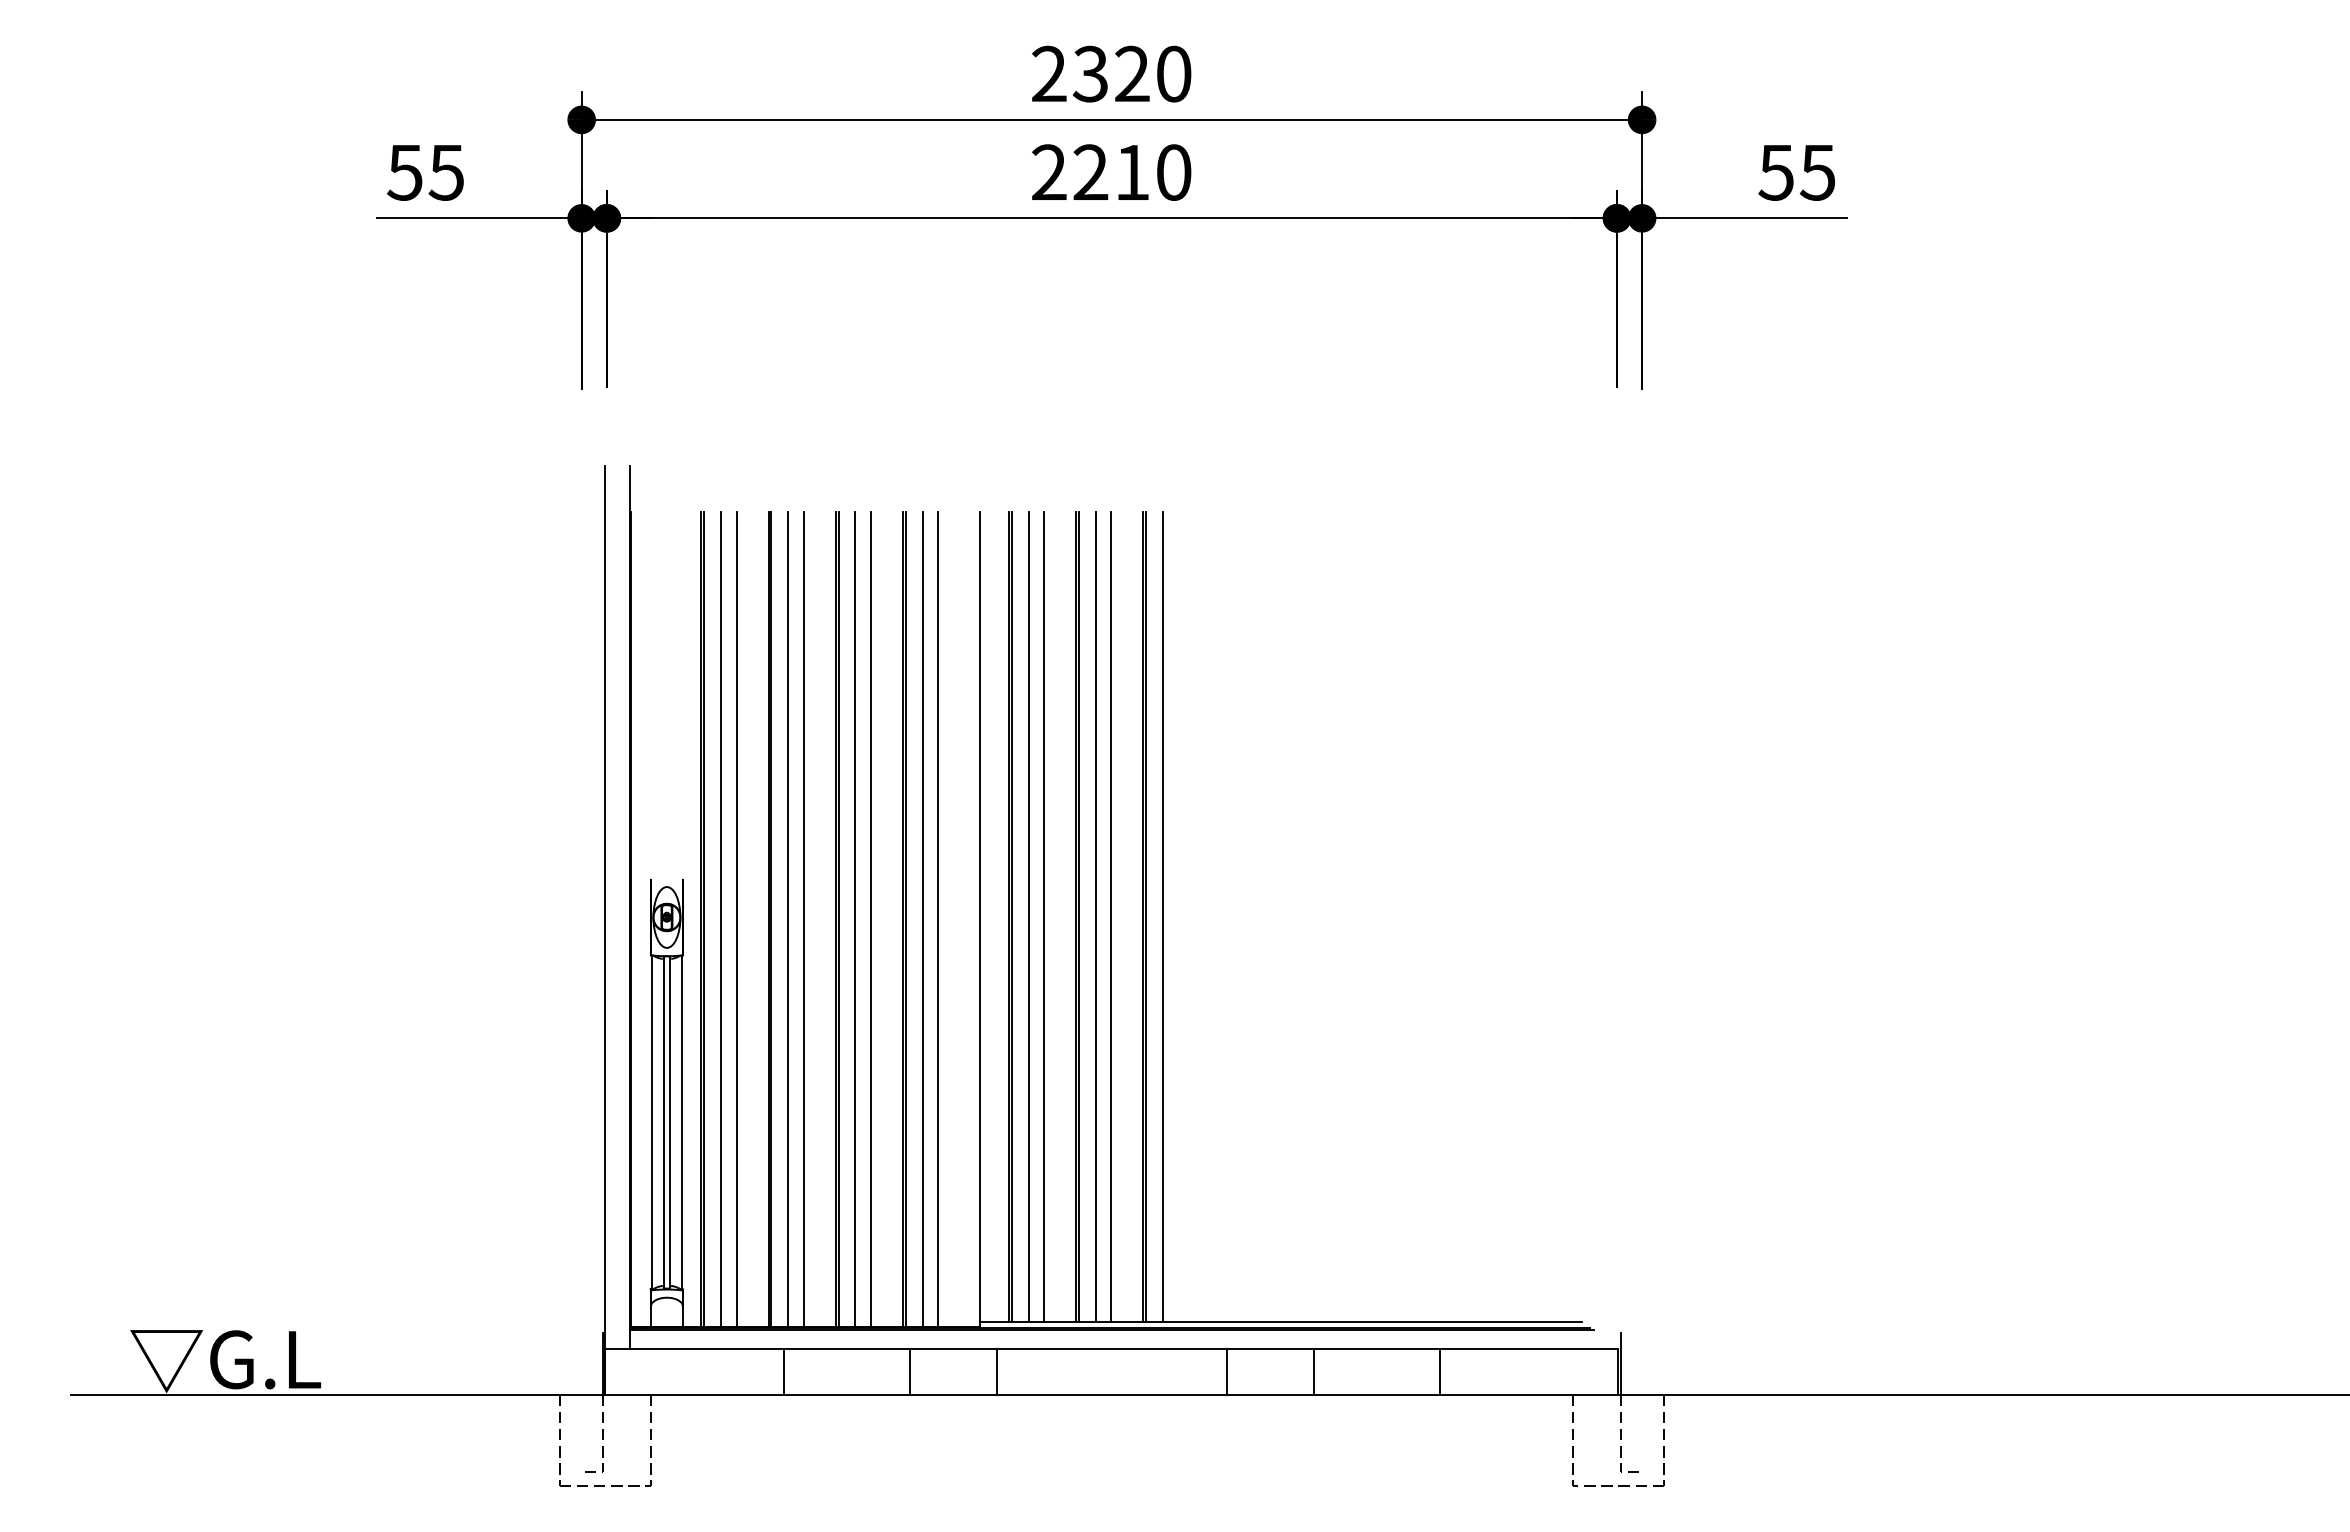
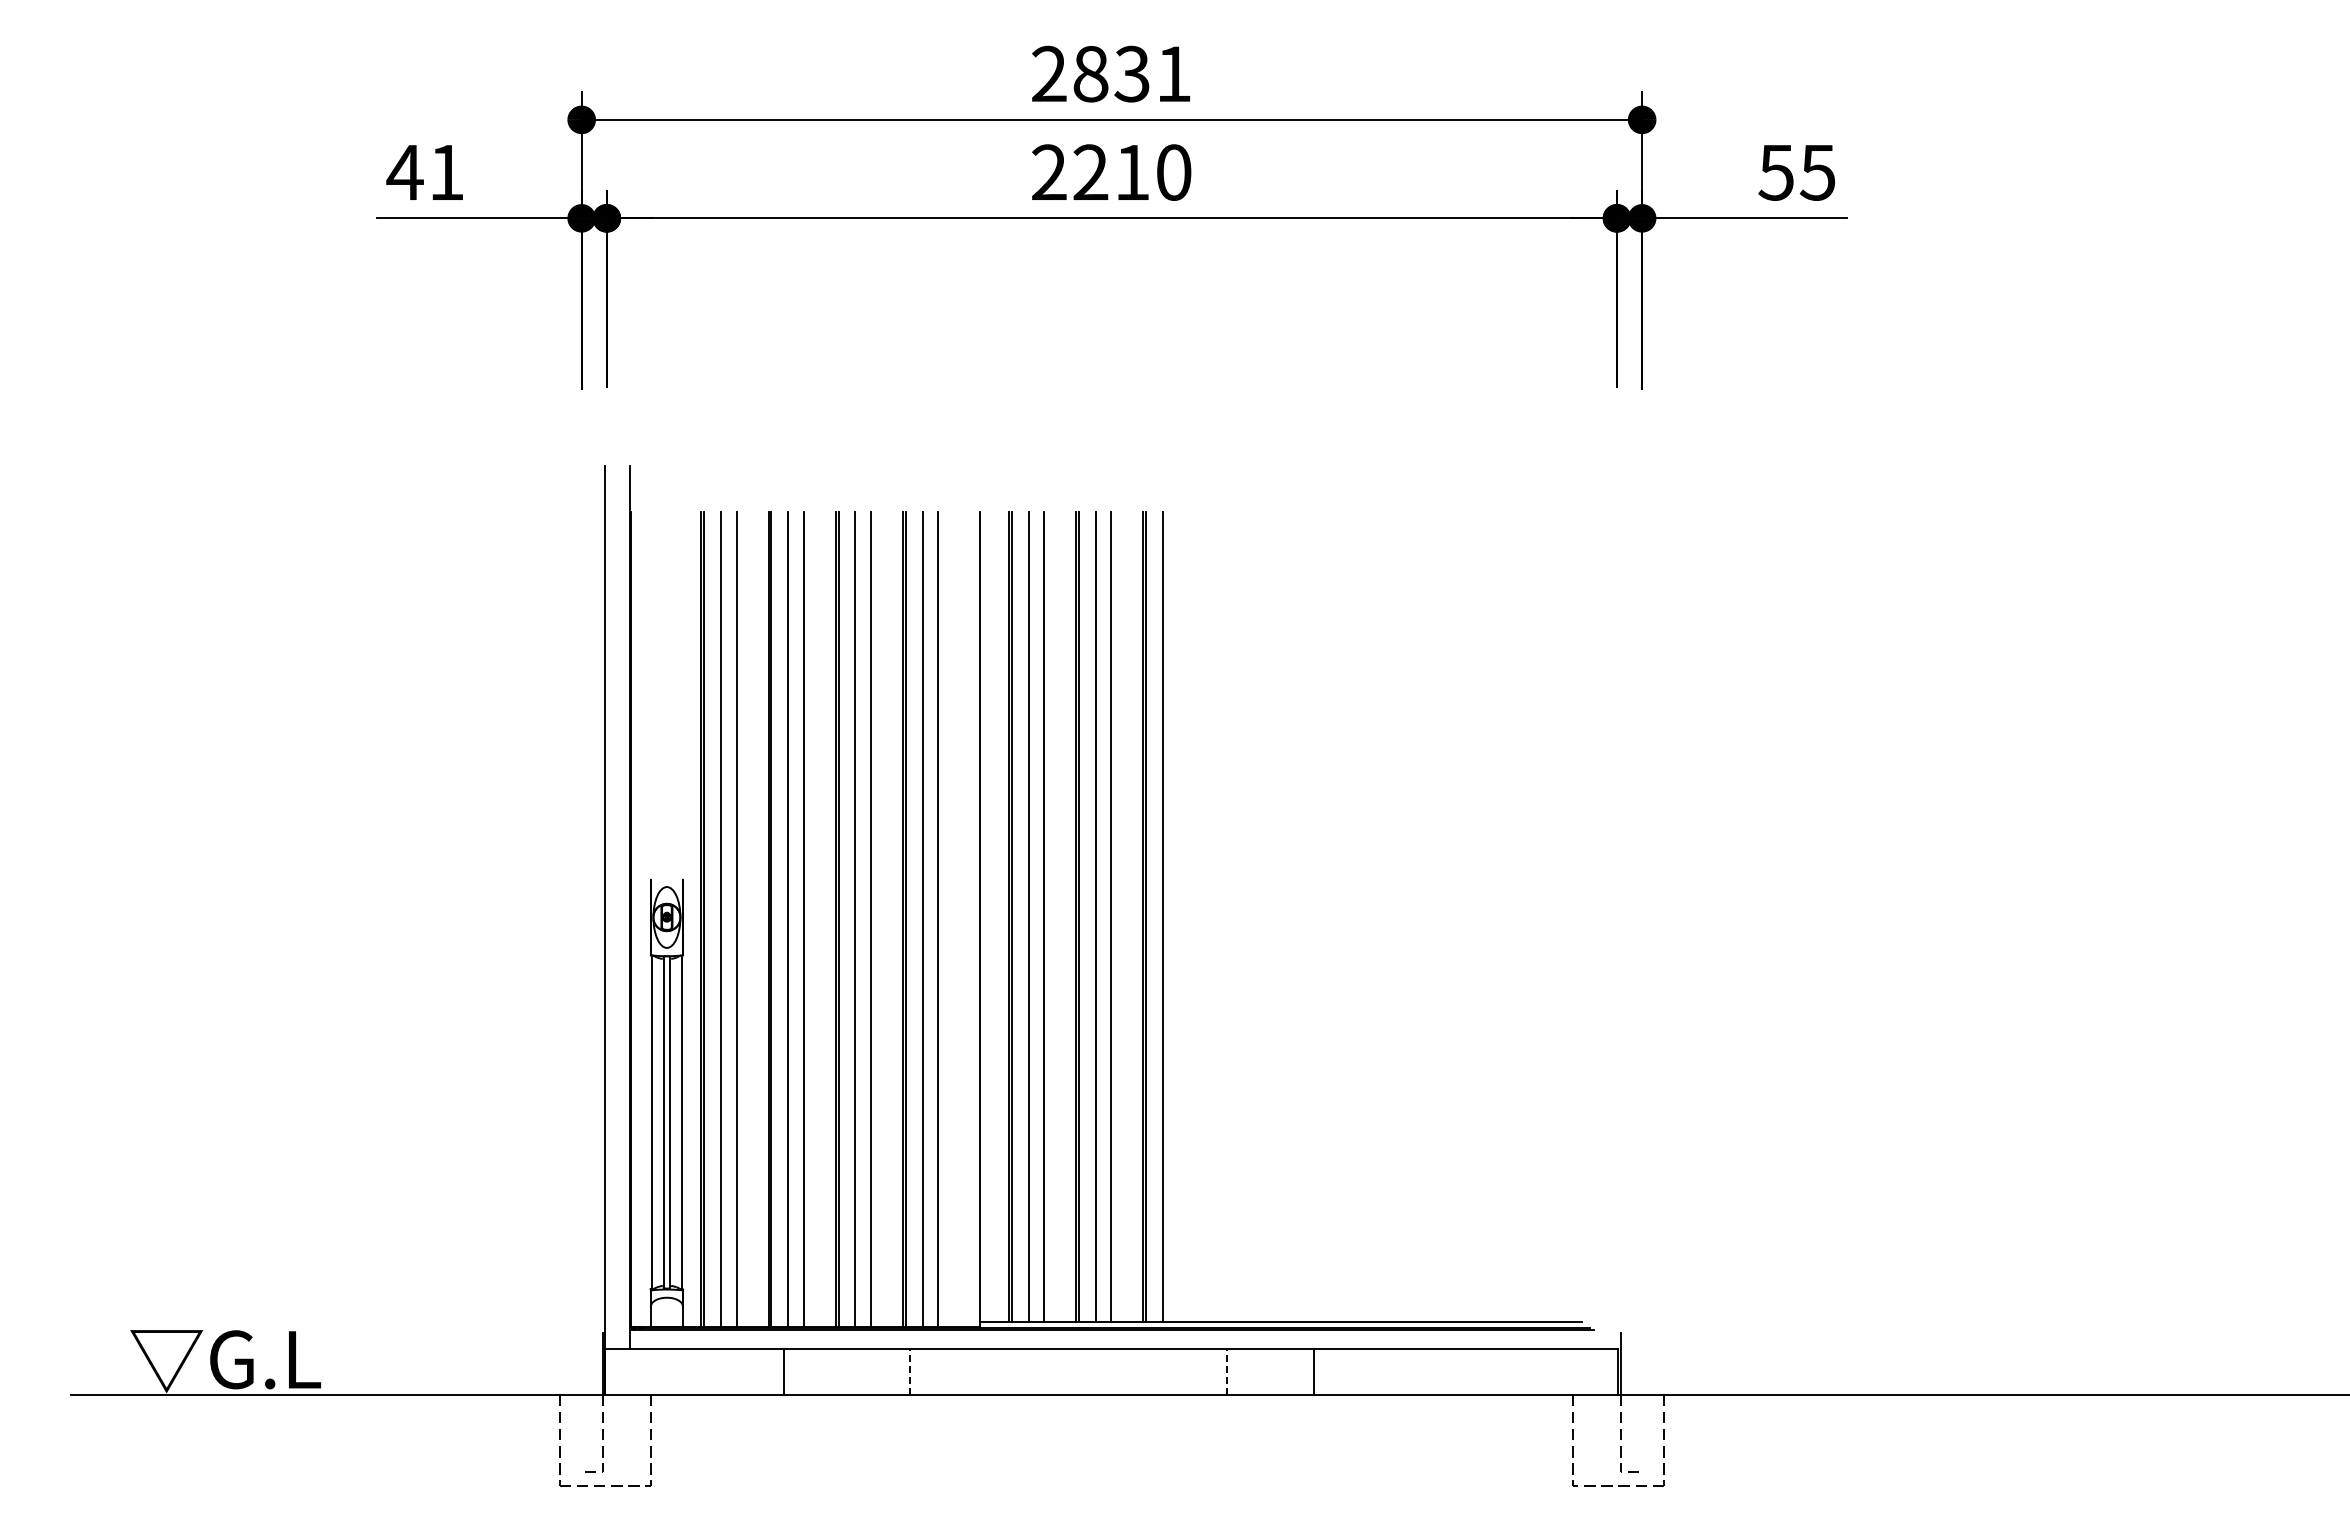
text at (1131, 73): 2320 -> 2831
text at (424, 172): 55 -> 41
line at (910, 1371): solid -> dashed
line at (997, 1371): present -> none
line at (1226, 1371): solid -> dashed
line at (1440, 1371): present -> none
